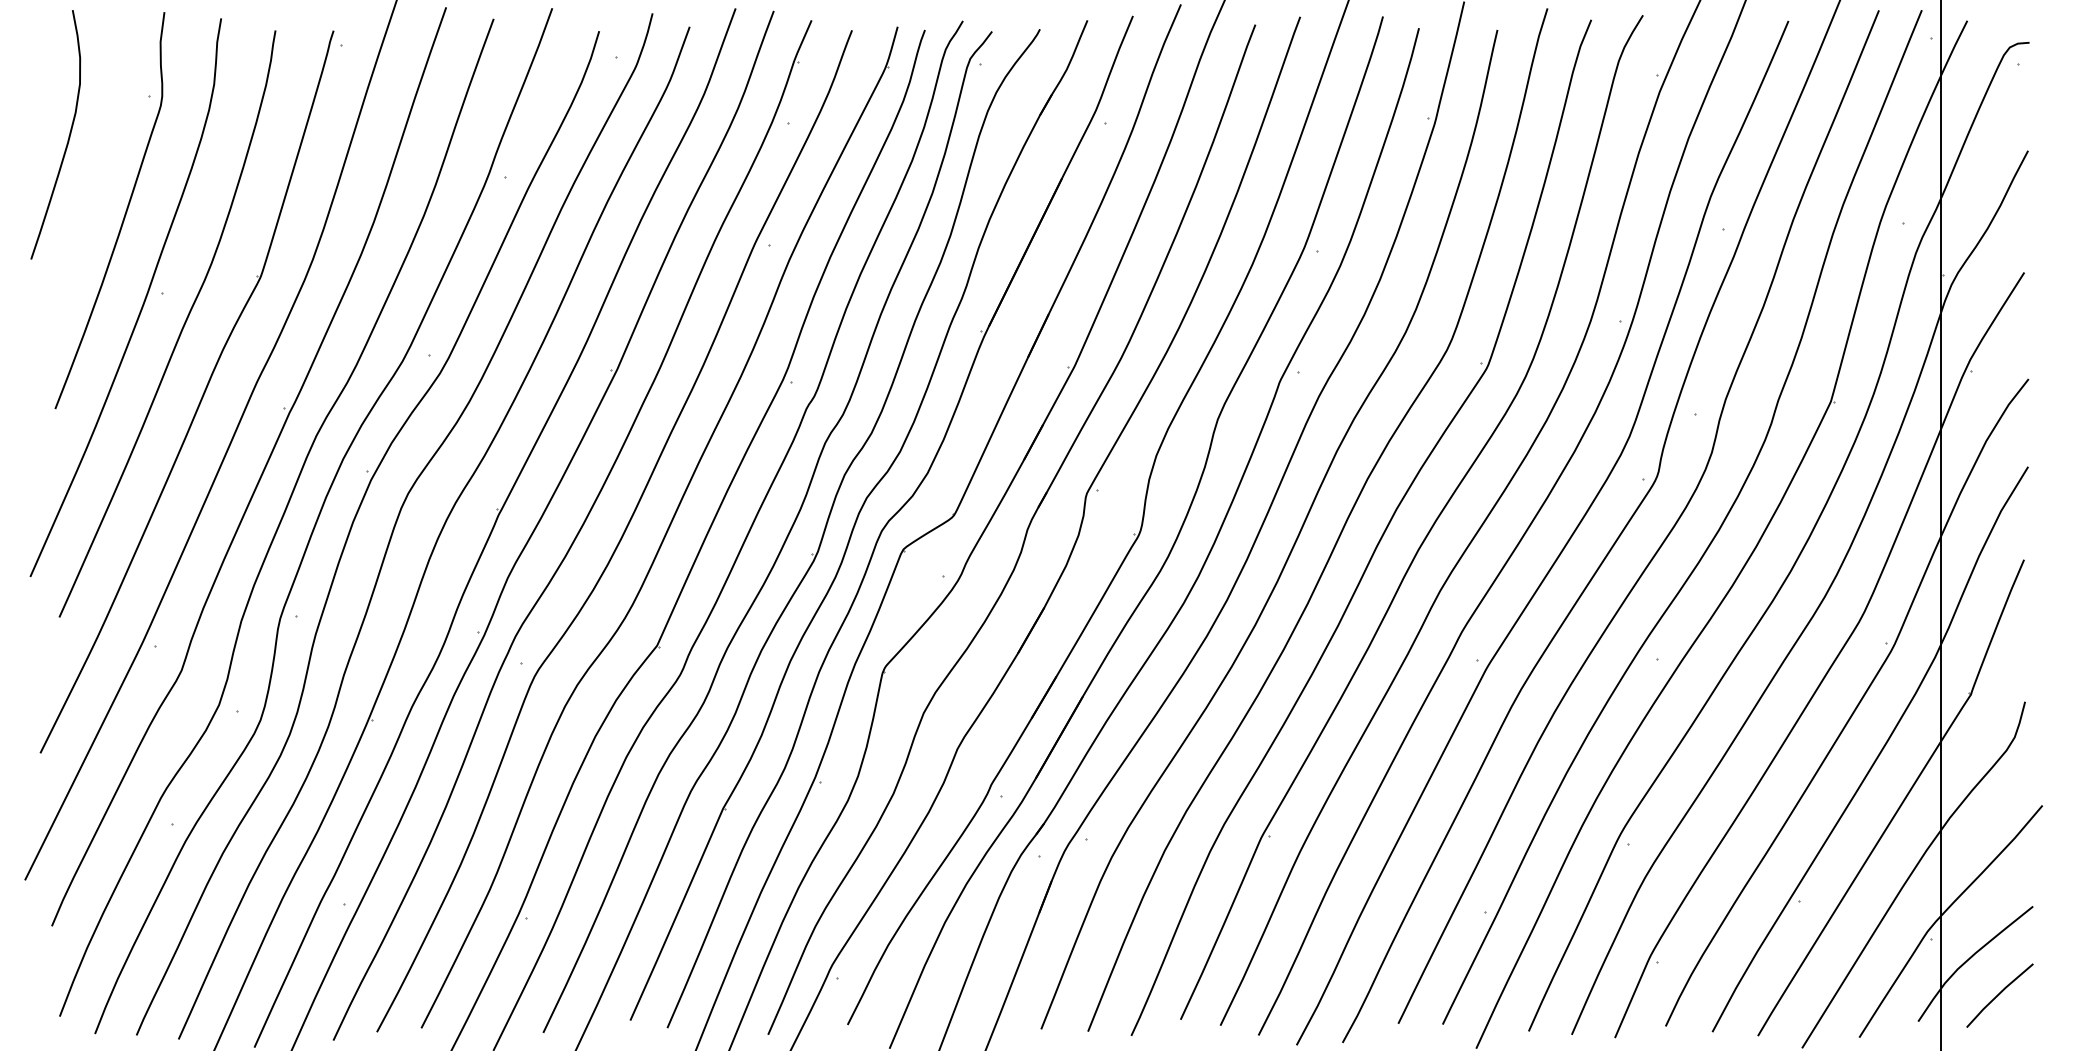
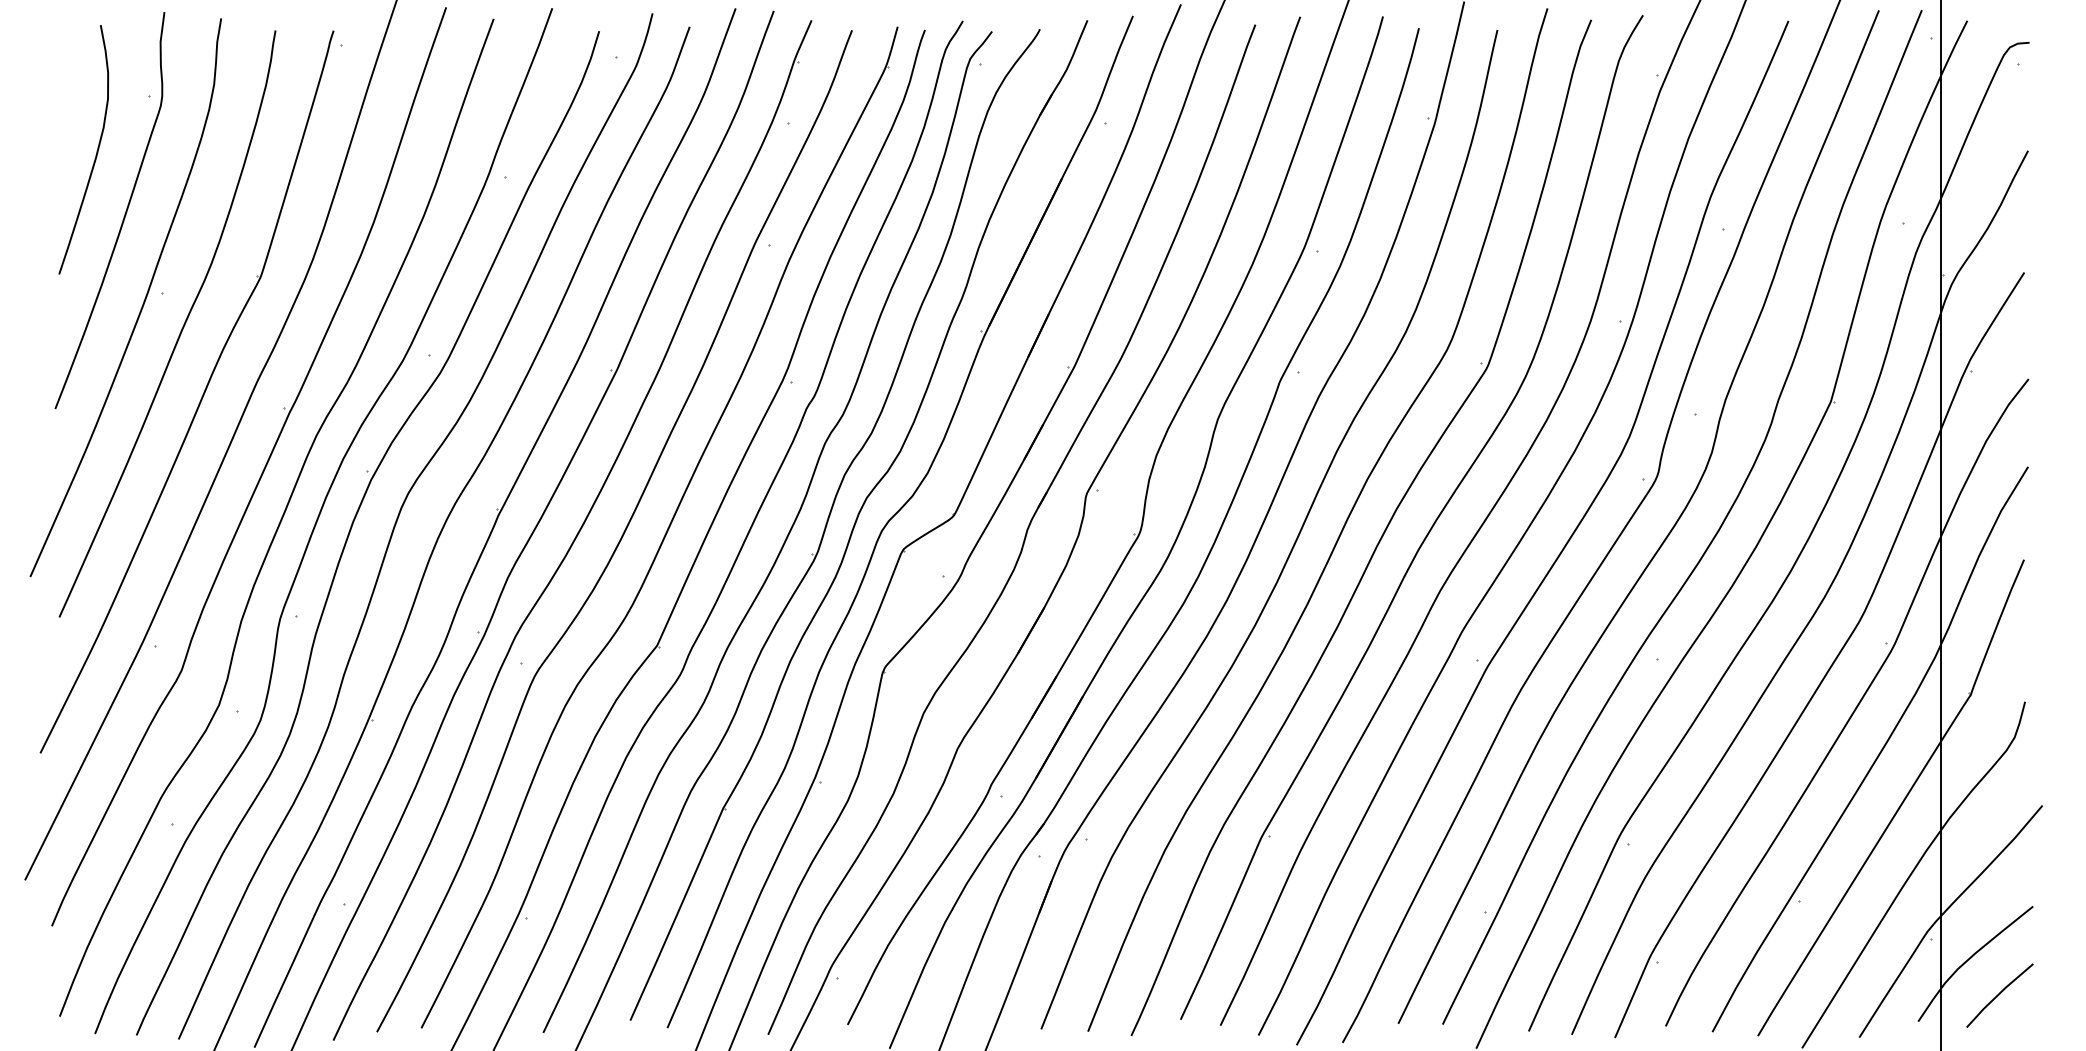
curve at (68, 136) position: (68, 136) -> (96, 151)
